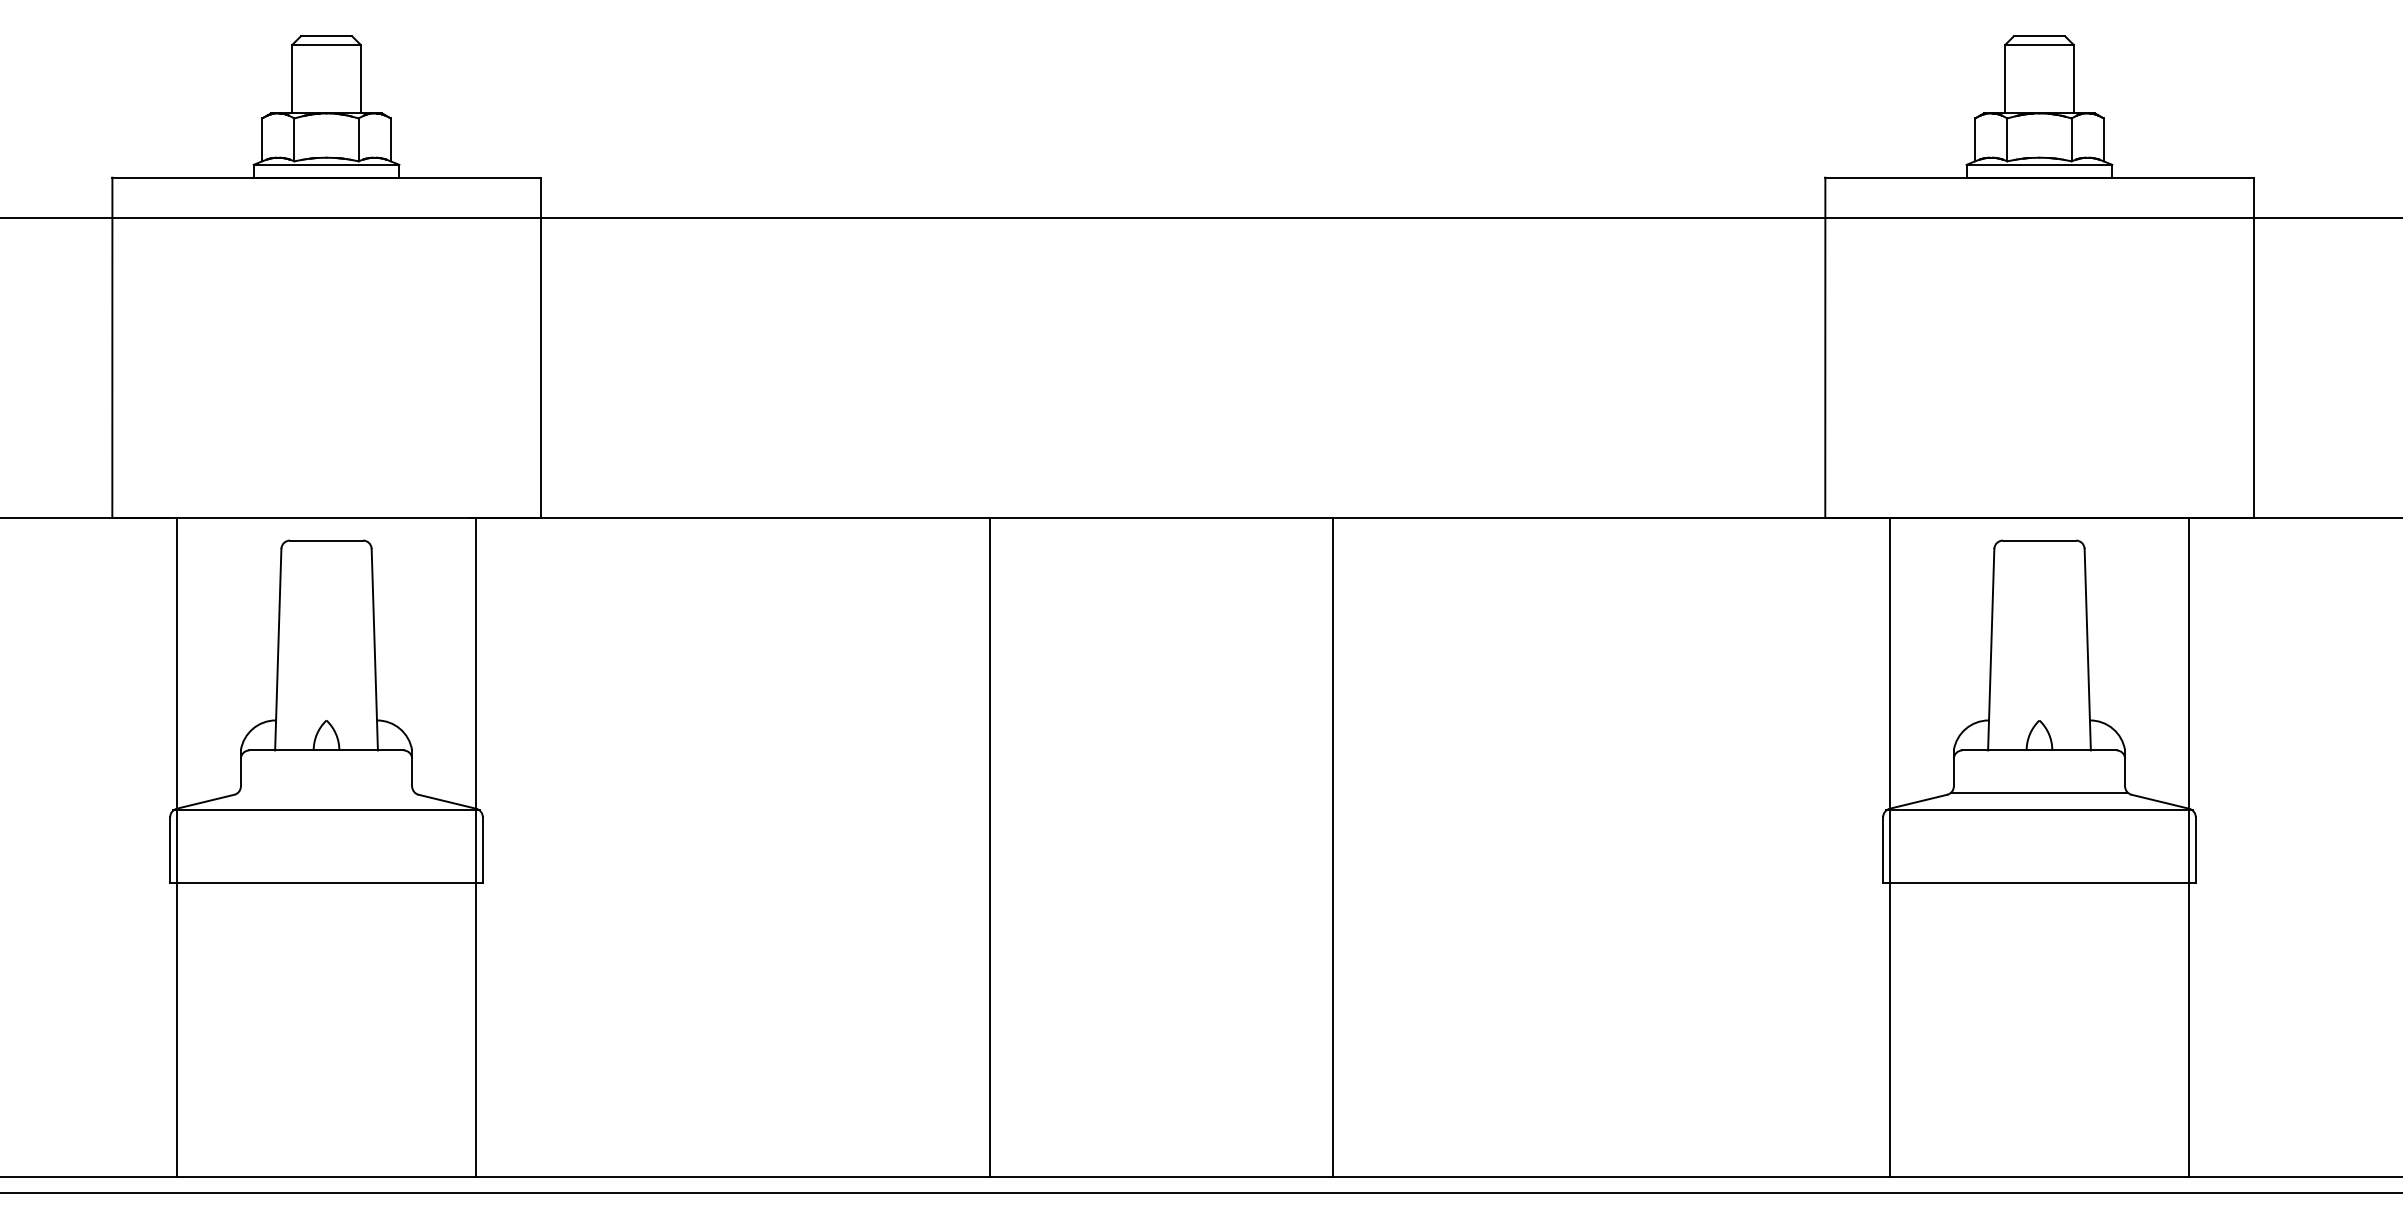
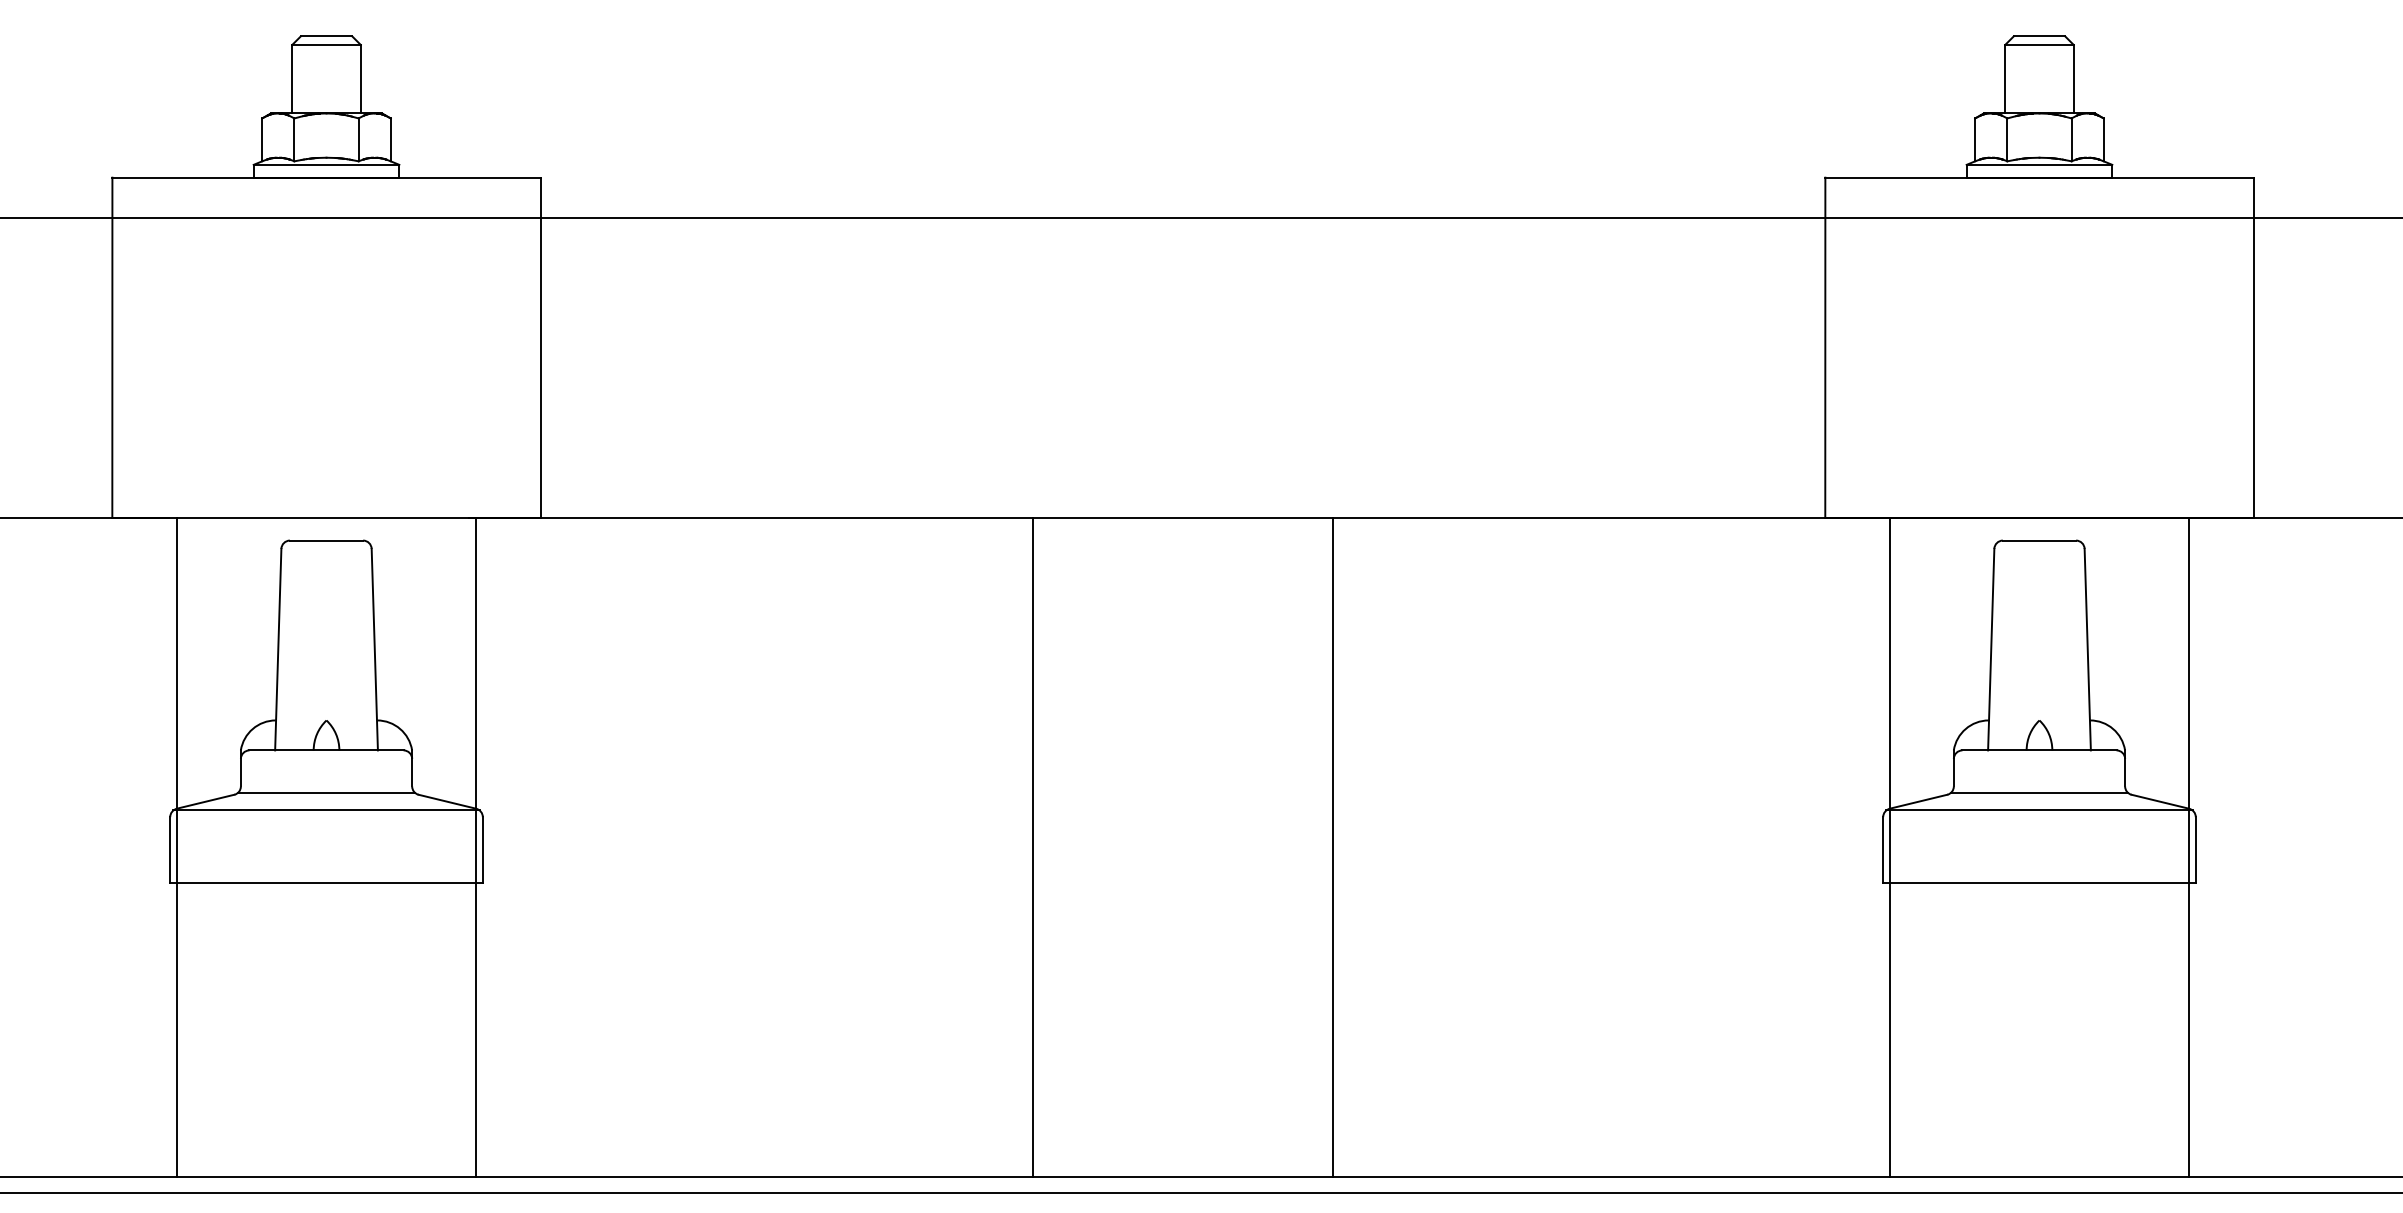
line at (326, 793): none -> present
line at (990, 846) position: (990, 846) -> (1033, 846)
